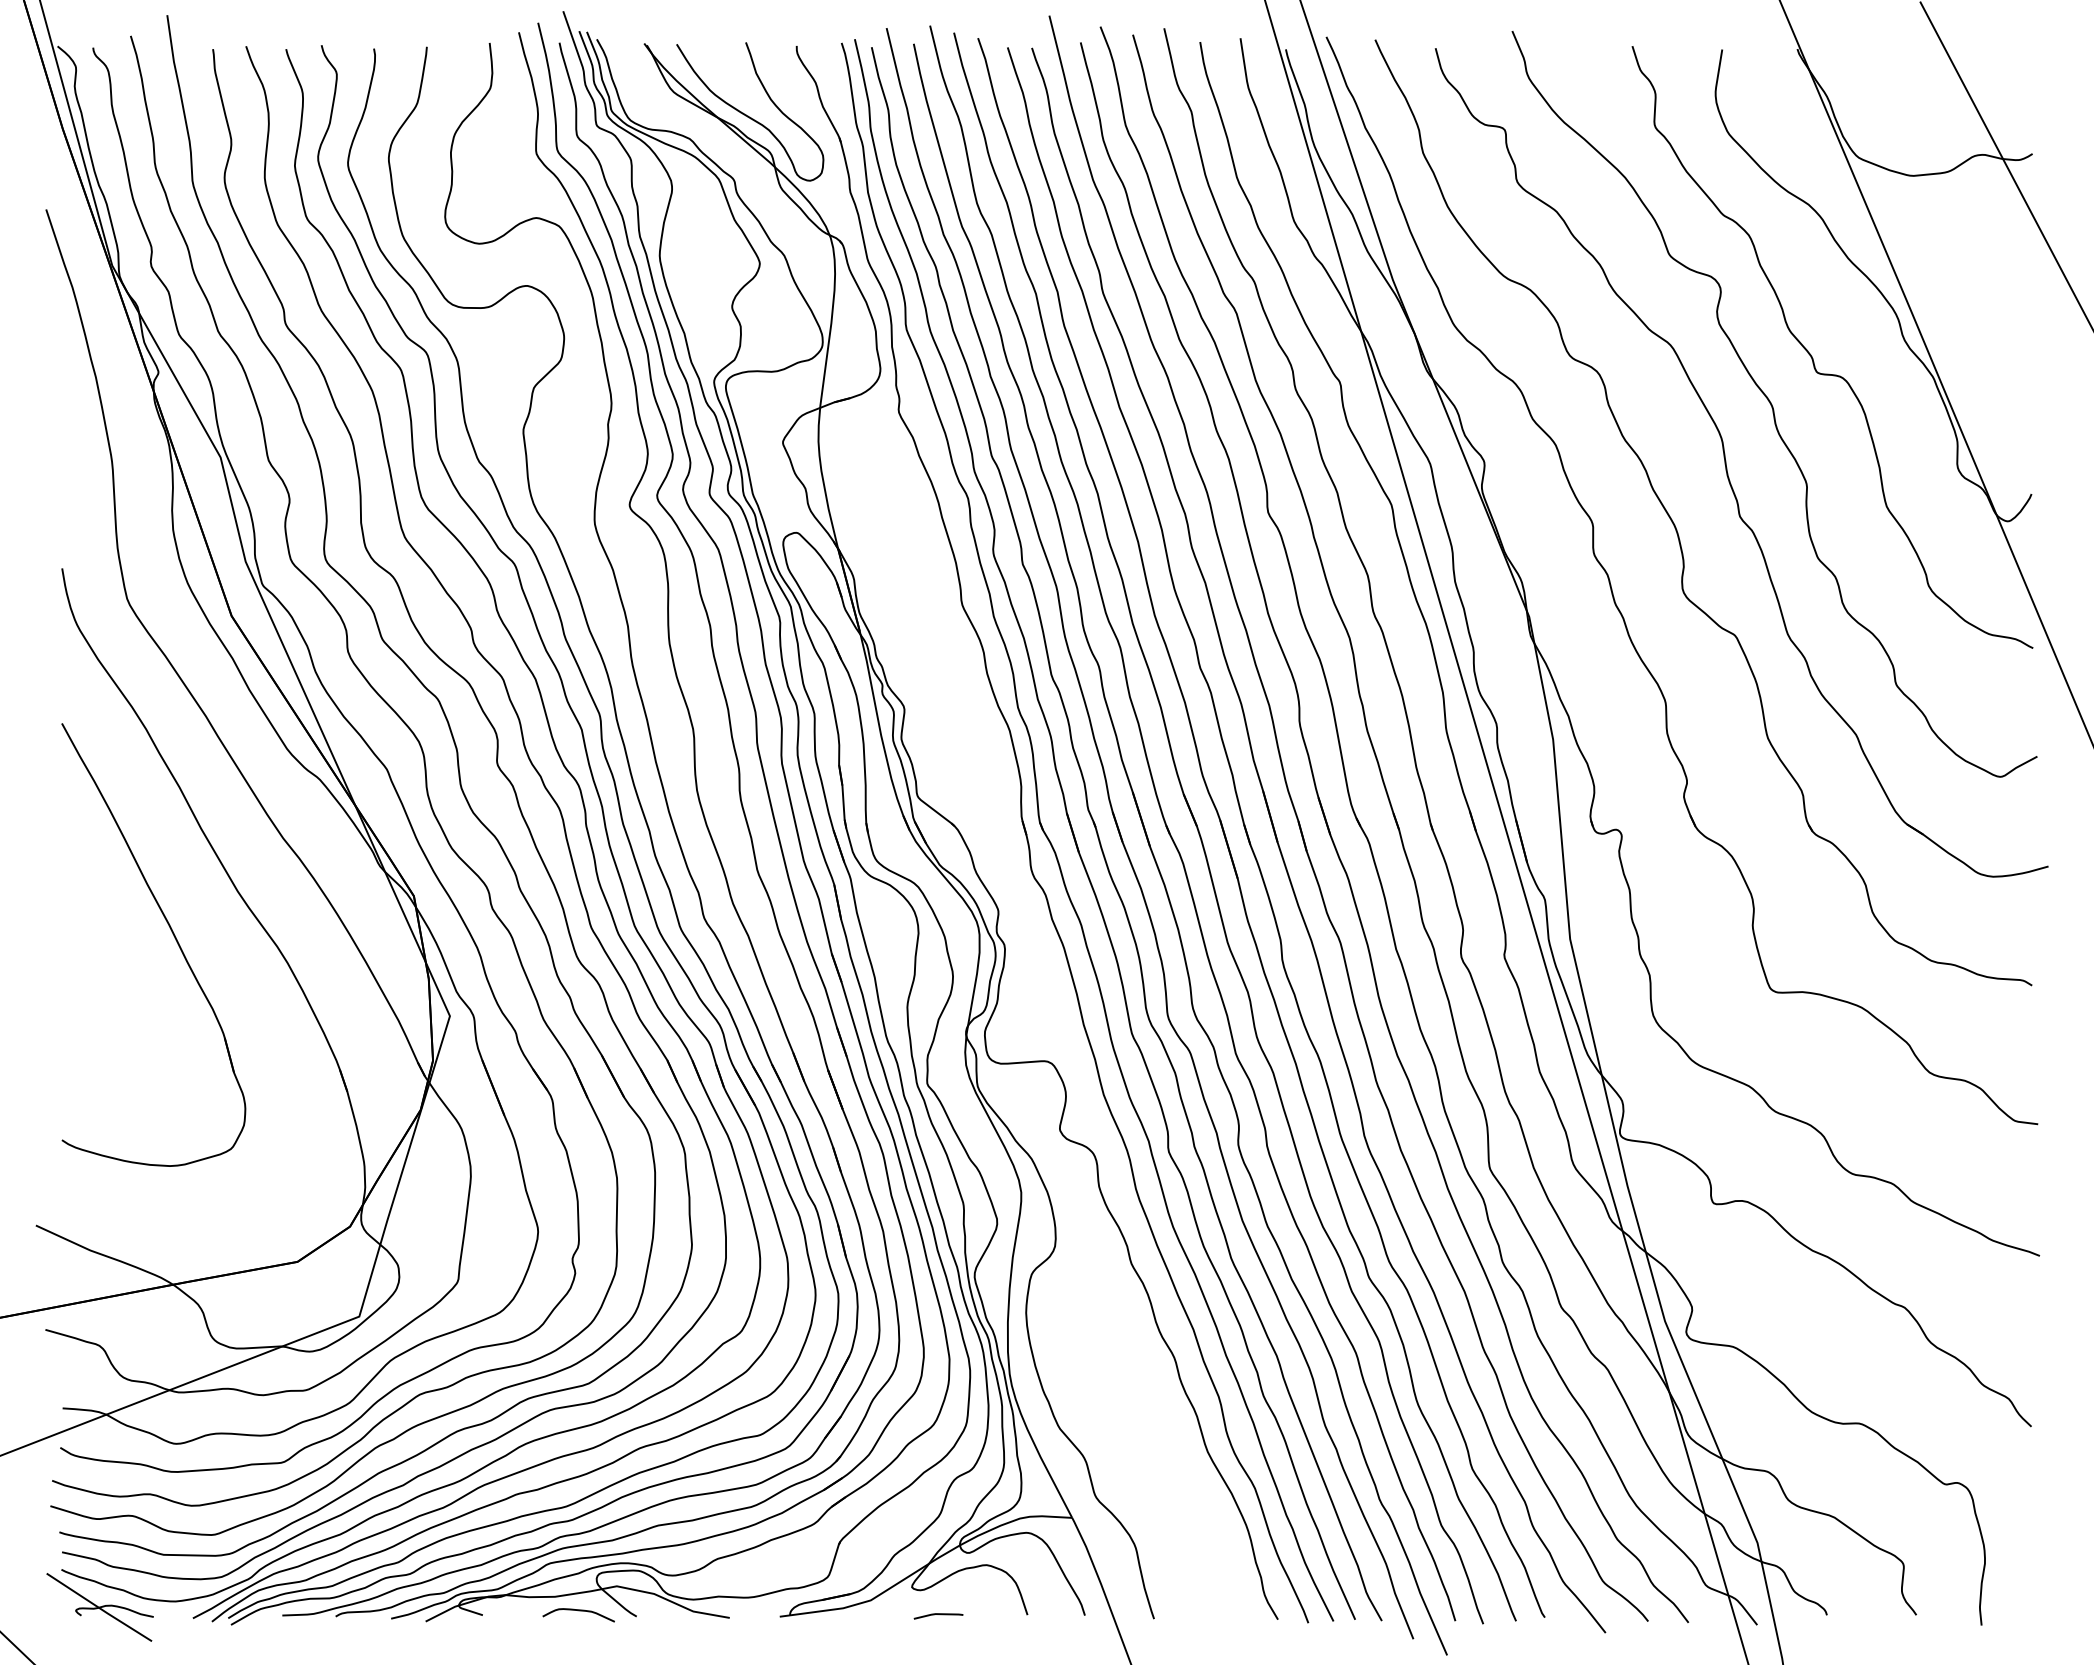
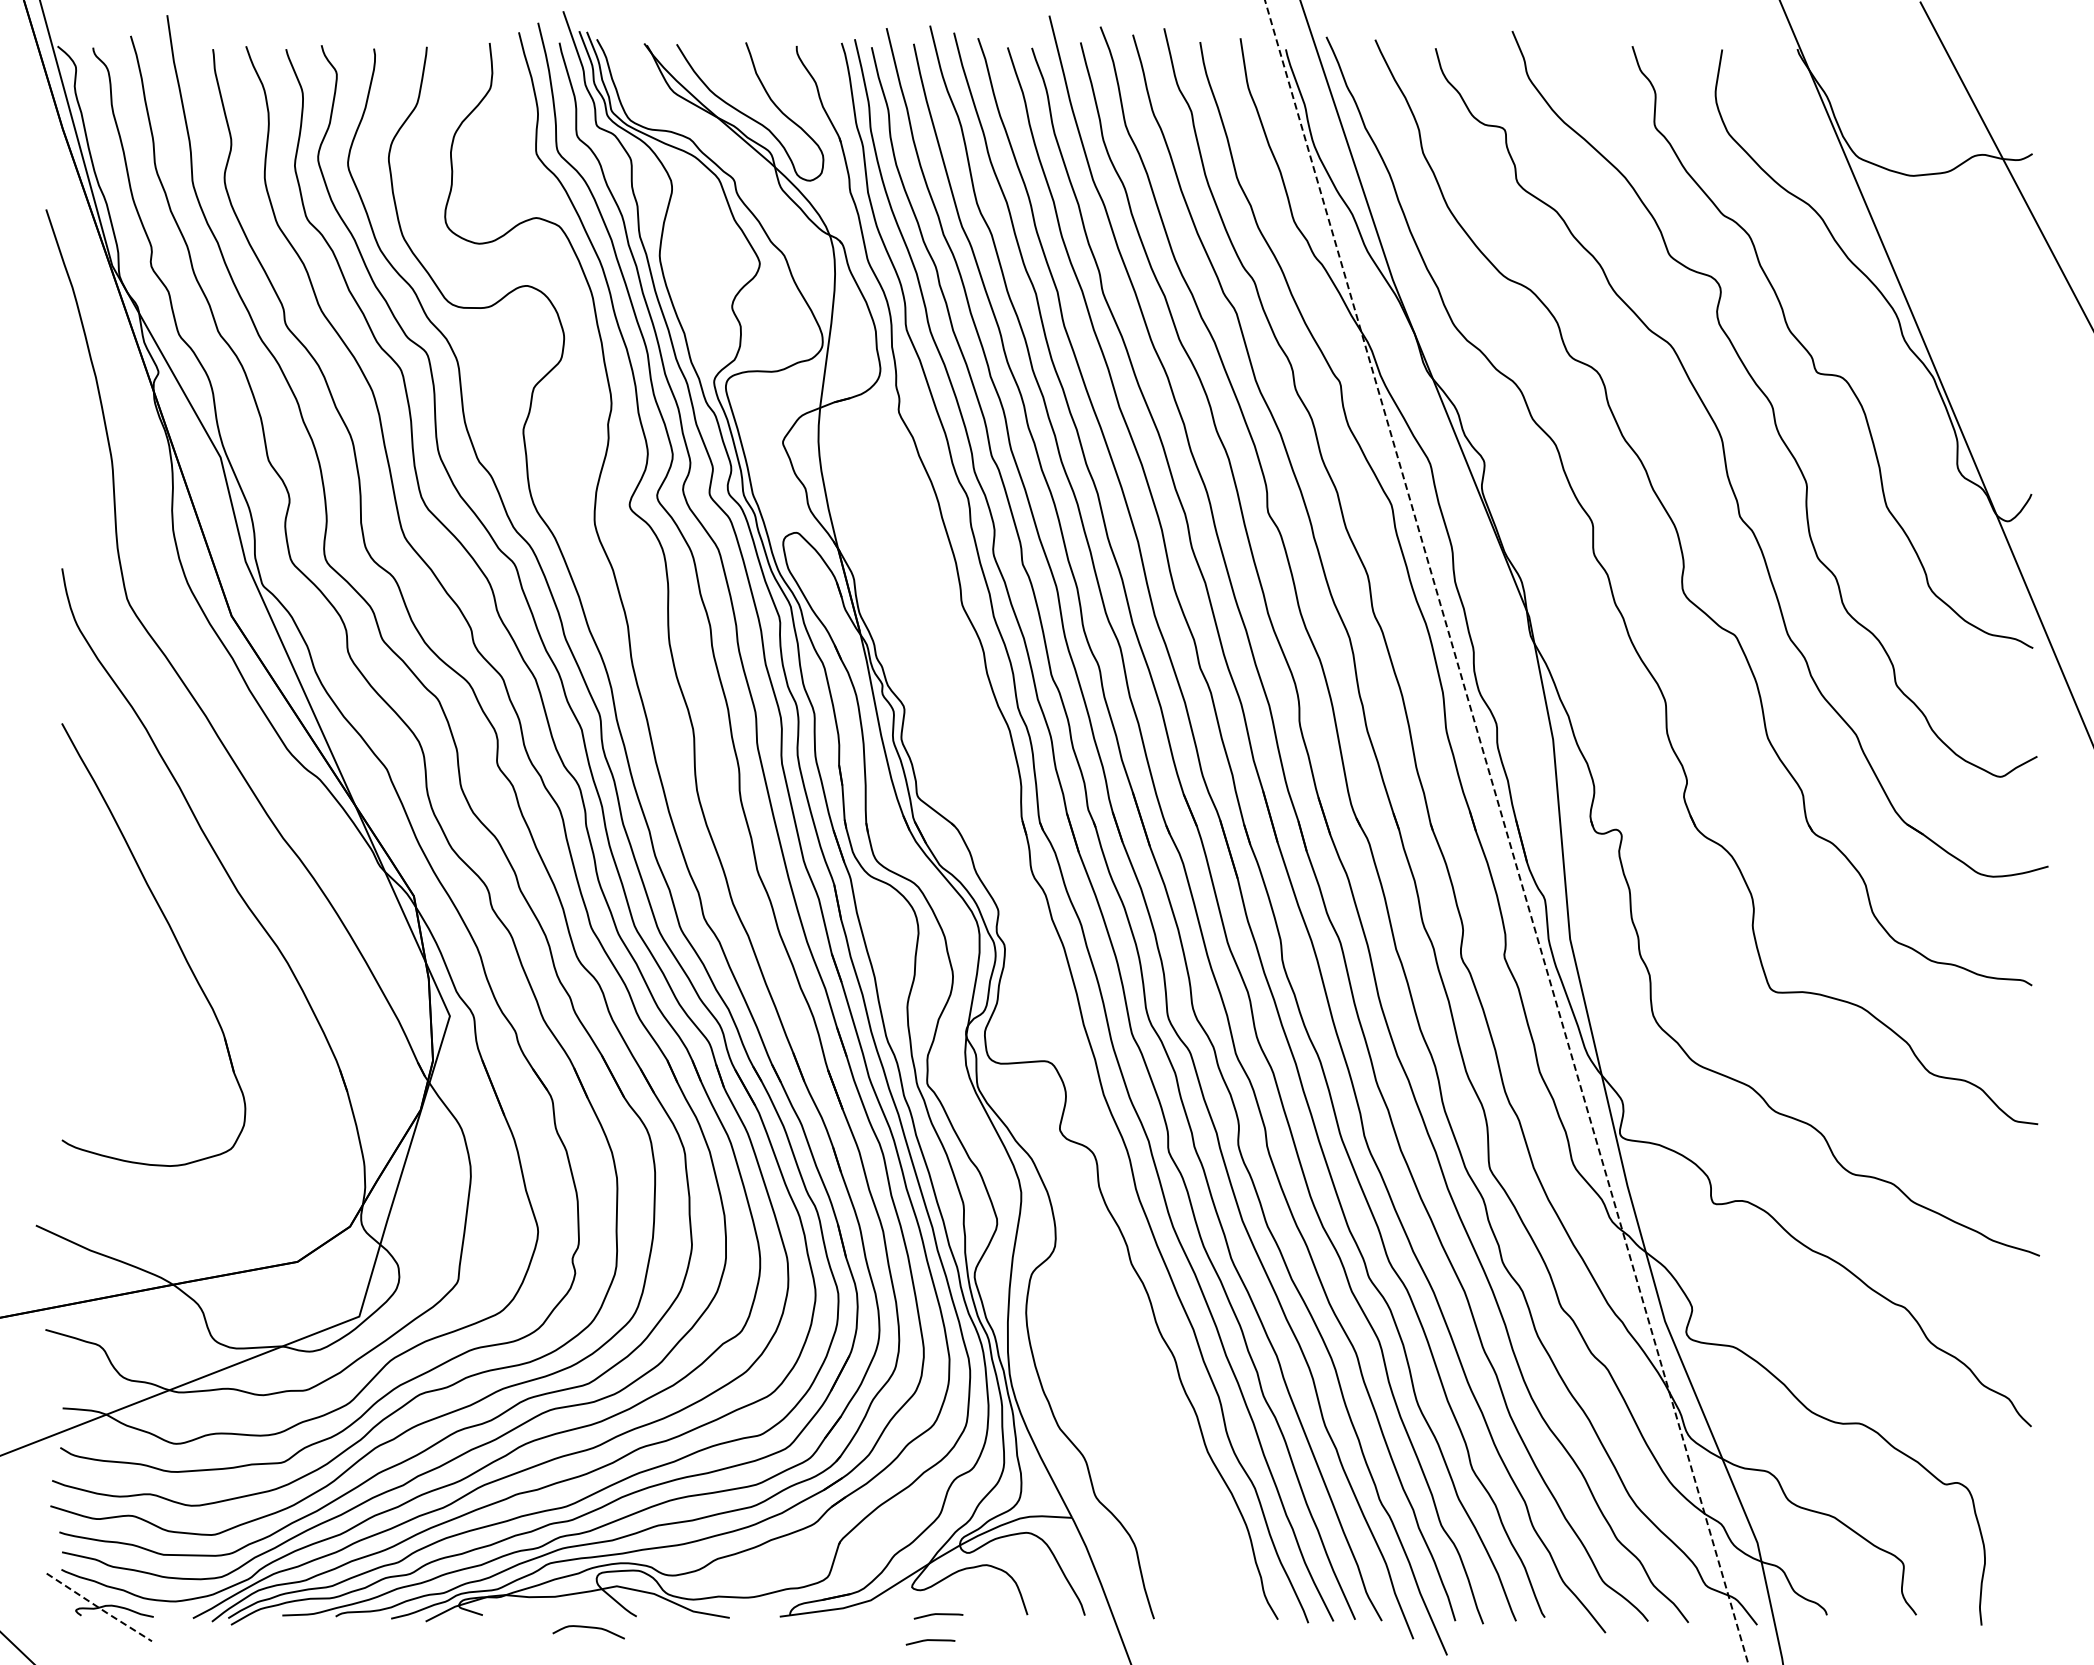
line at (1507, 833): solid -> dashed
line at (100, 1608): solid -> dashed
curve at (578, 1611) position: (578, 1611) -> (588, 1628)
line at (931, 1641): none -> present
